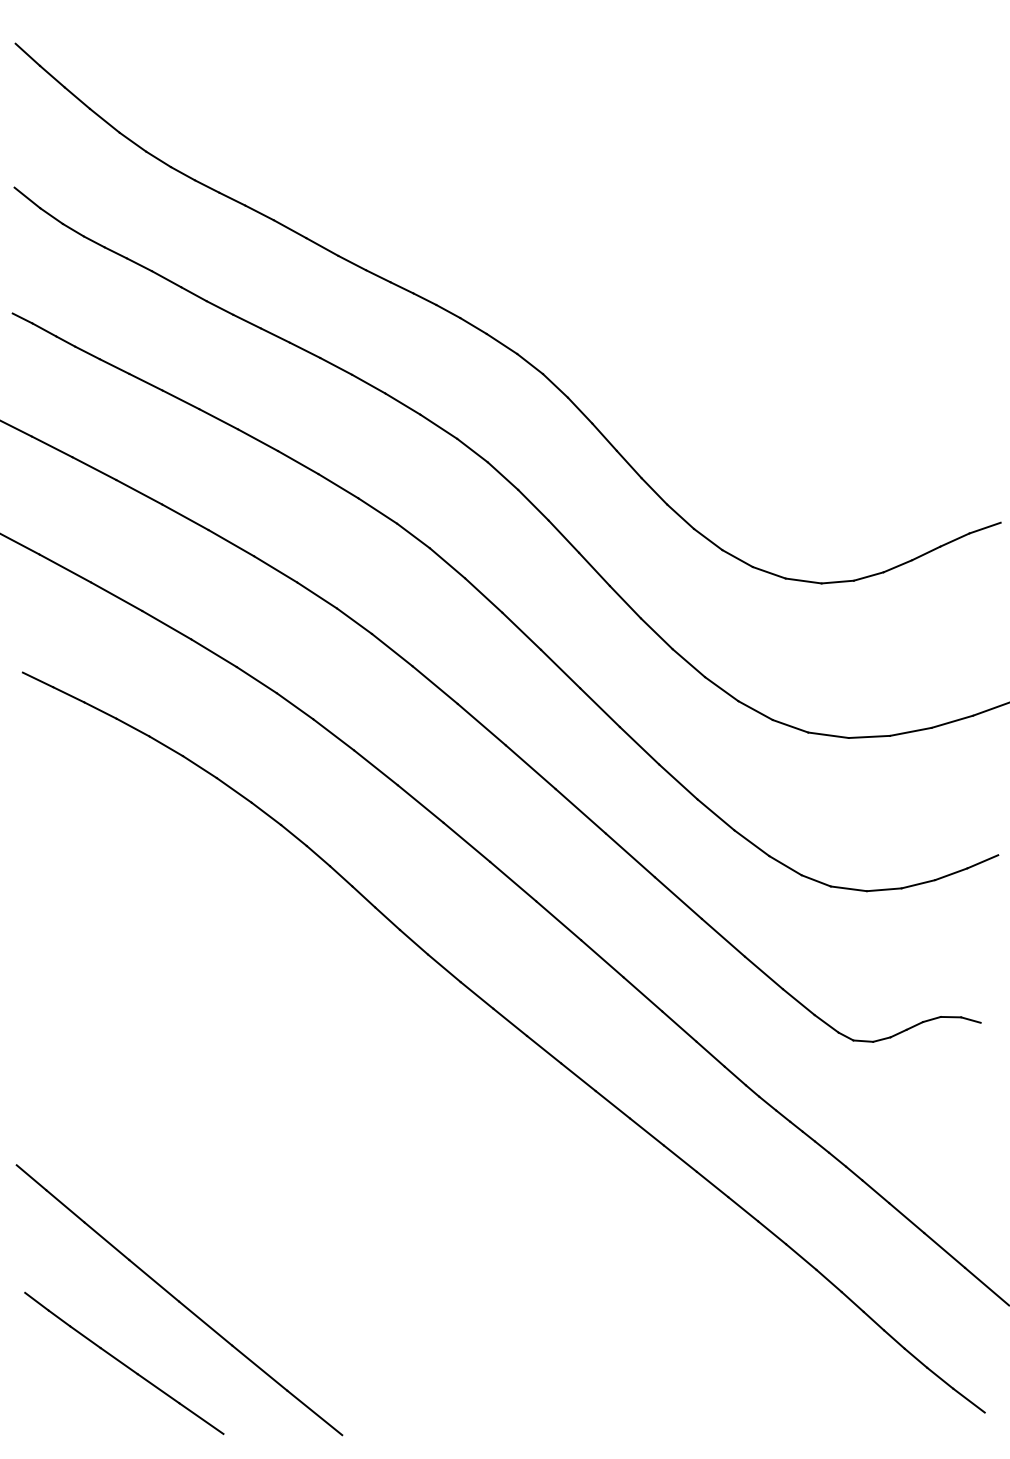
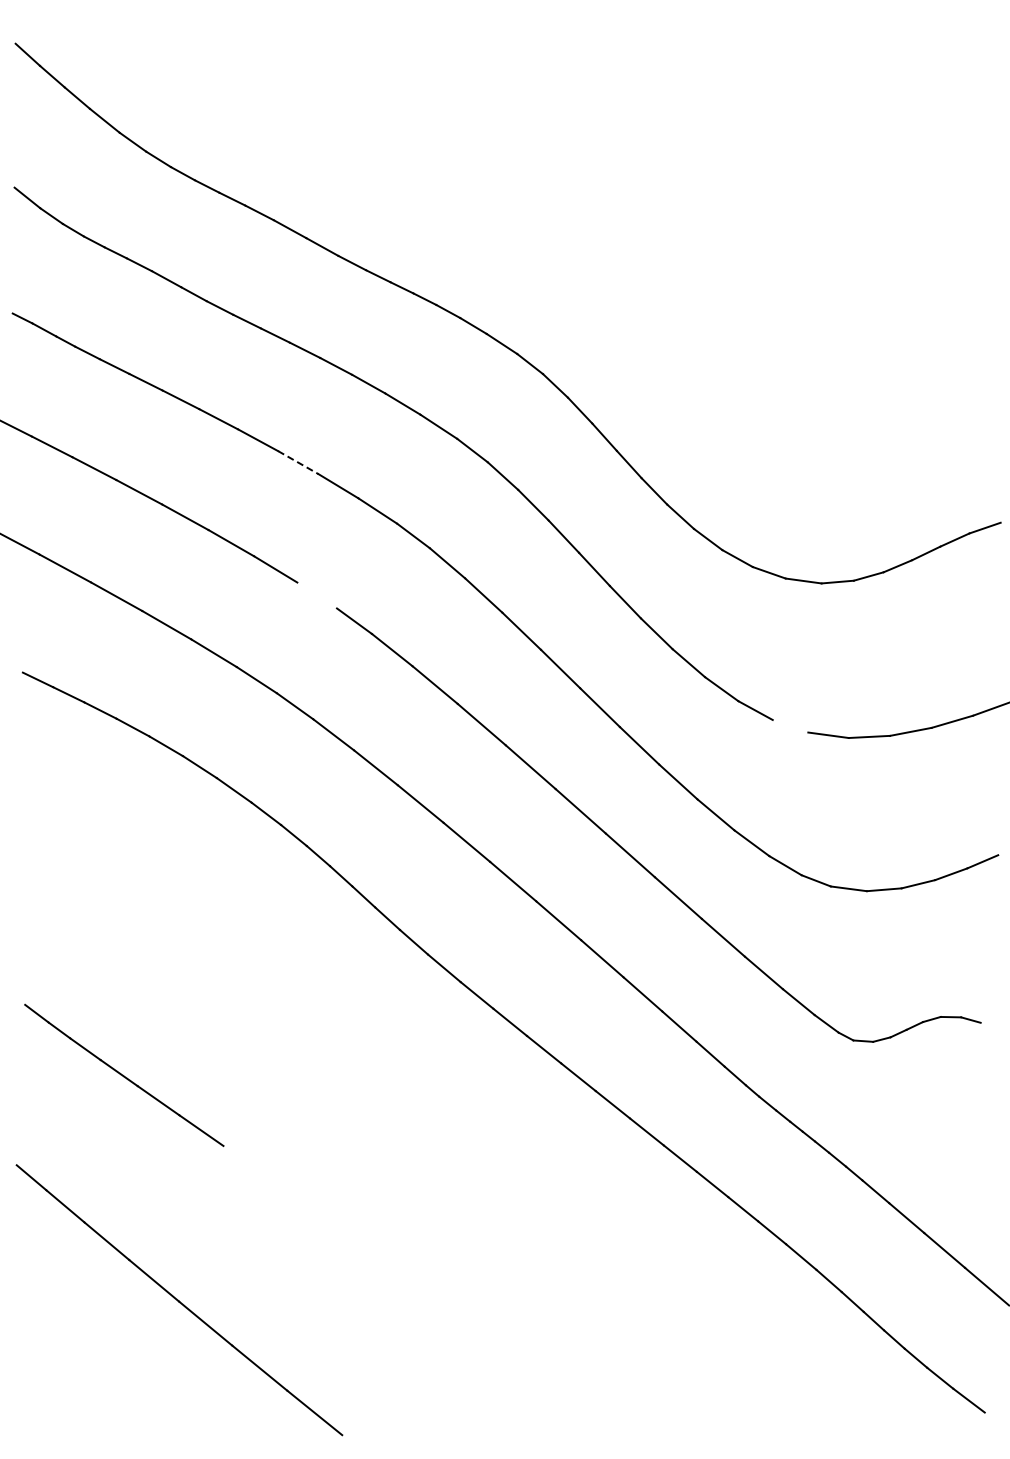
line at (298, 462): solid -> dashed
line at (317, 595): present -> none
line at (790, 726): present -> none
part at (124, 1362) position: (124, 1362) -> (124, 1074)
